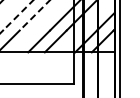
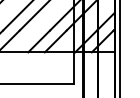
line at (17, 15): dashed -> solid
line at (34, 15): dashed -> solid
